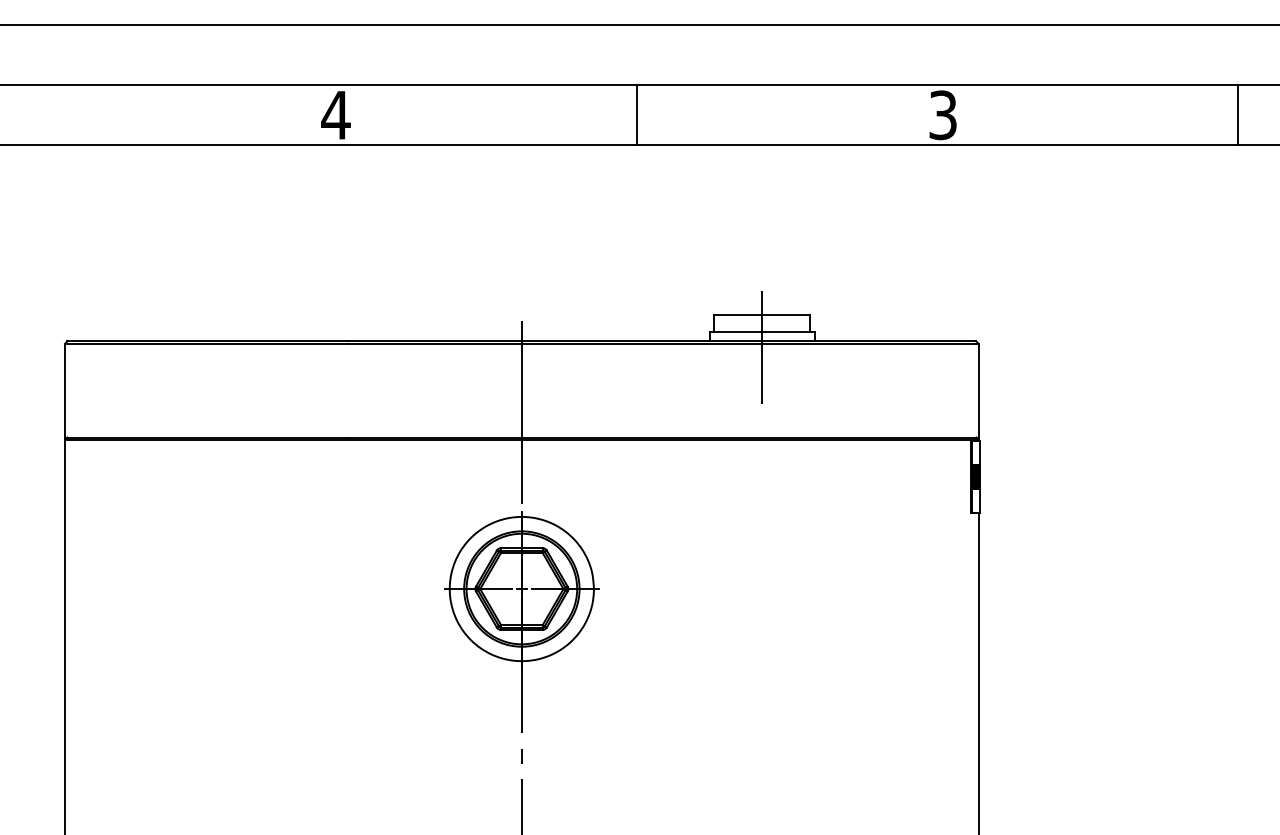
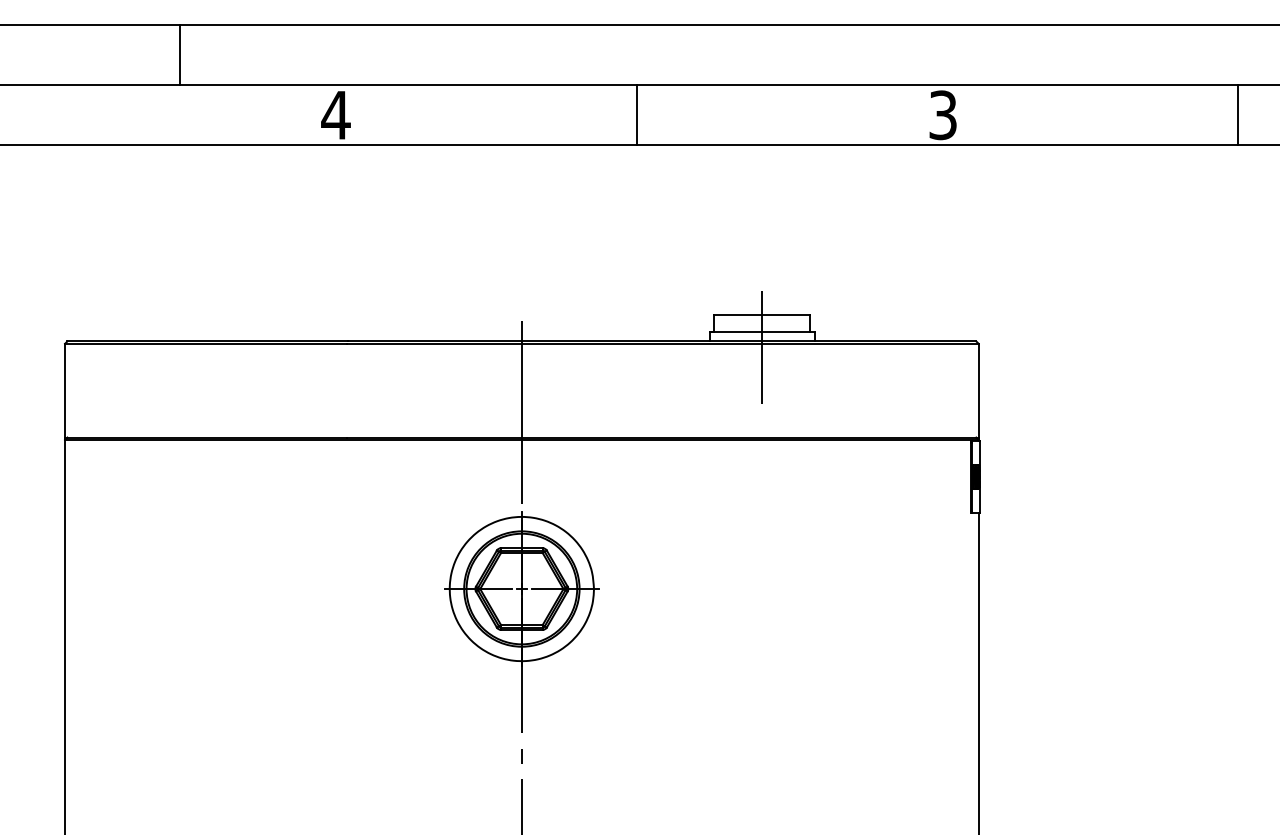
line at (180, 55): none -> present
